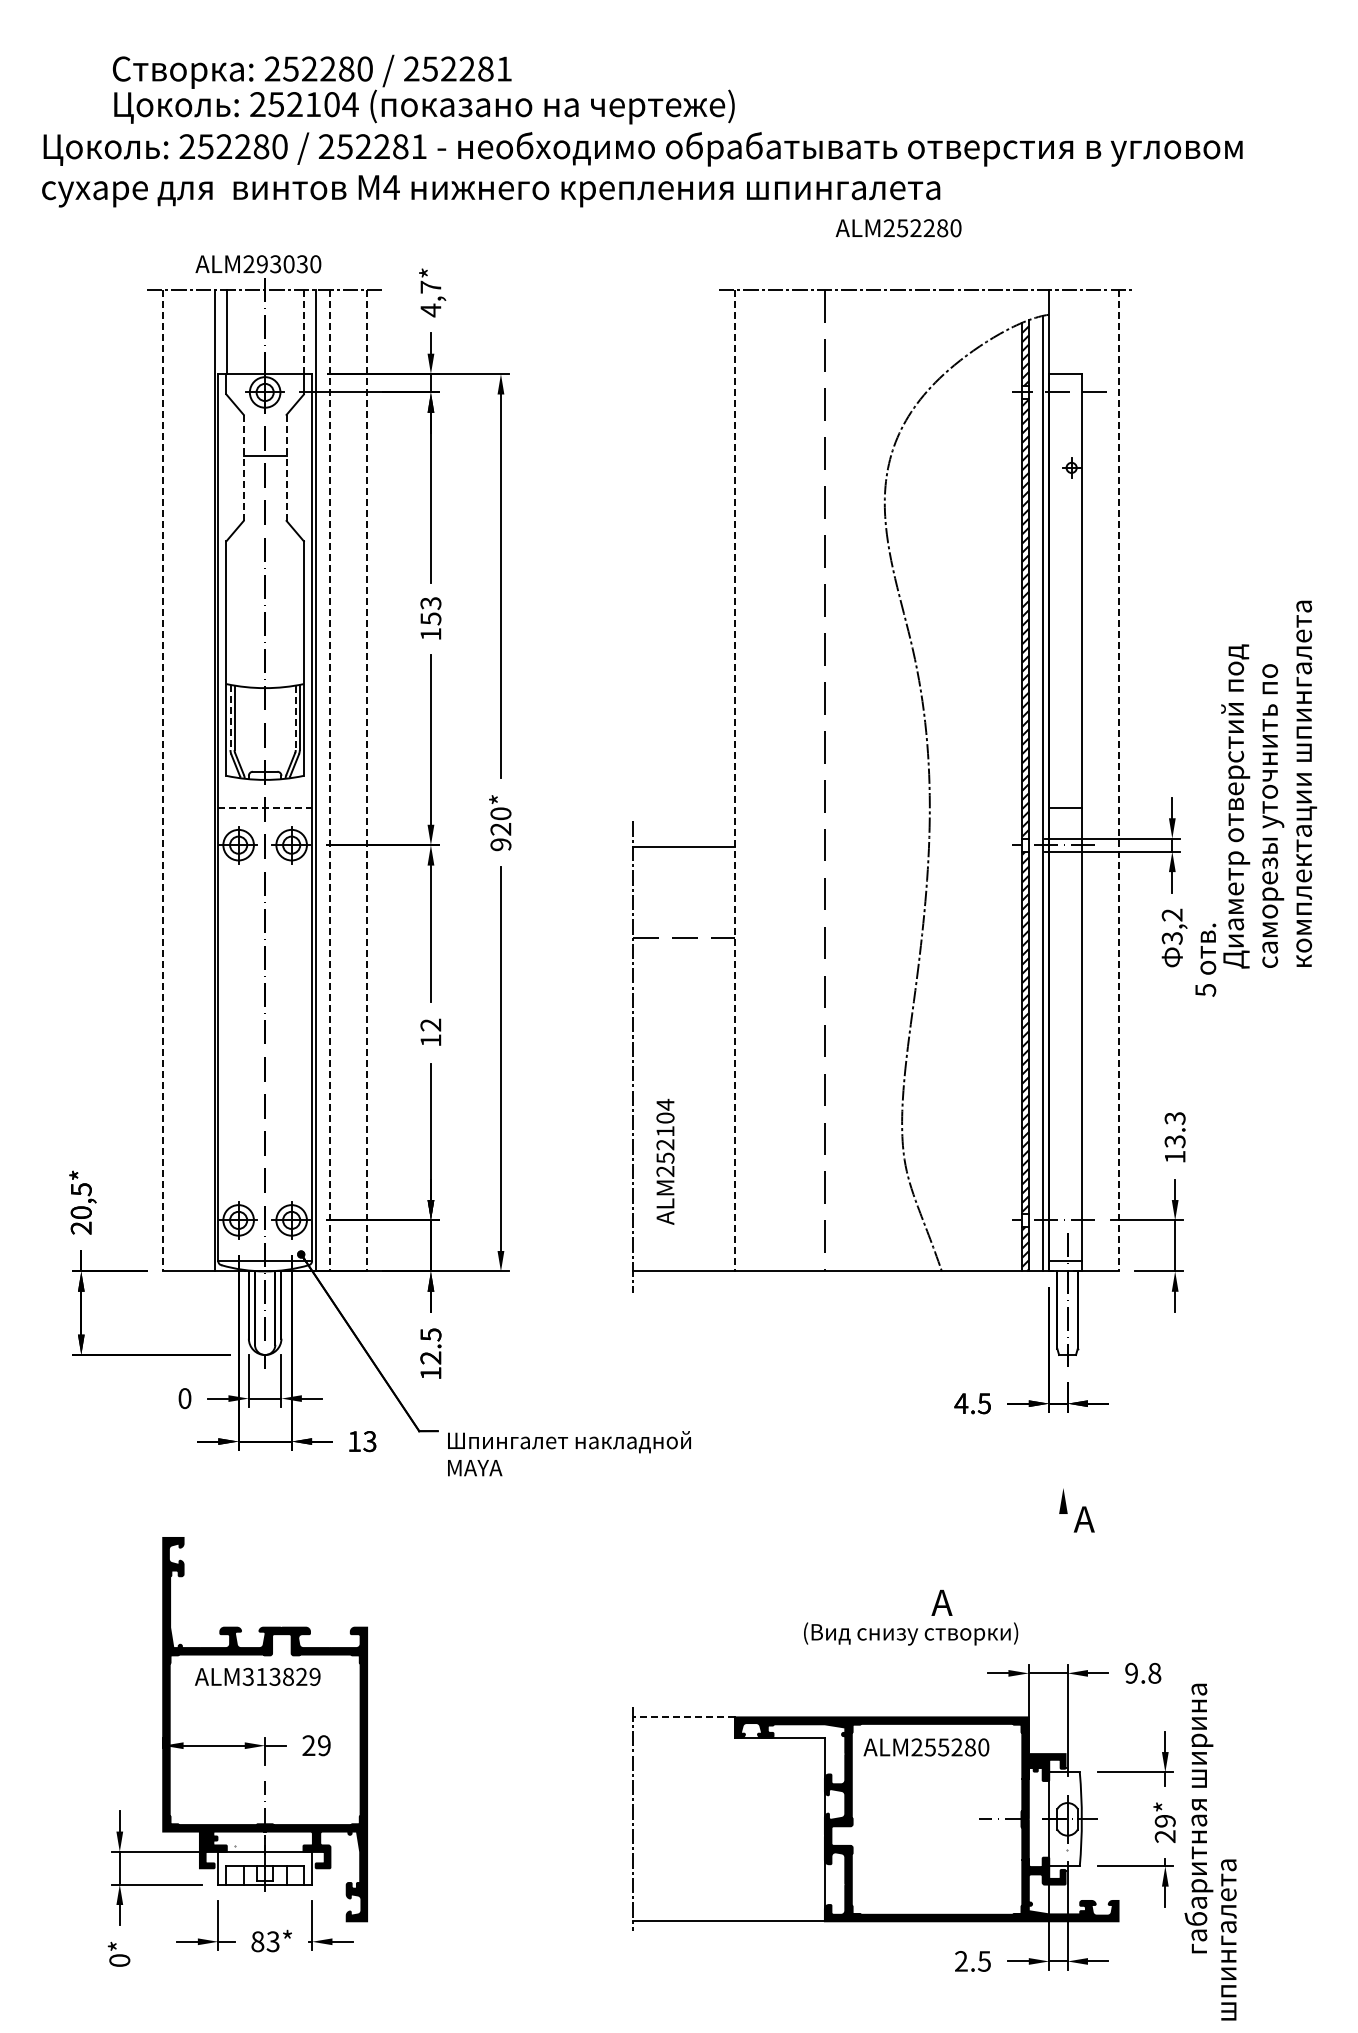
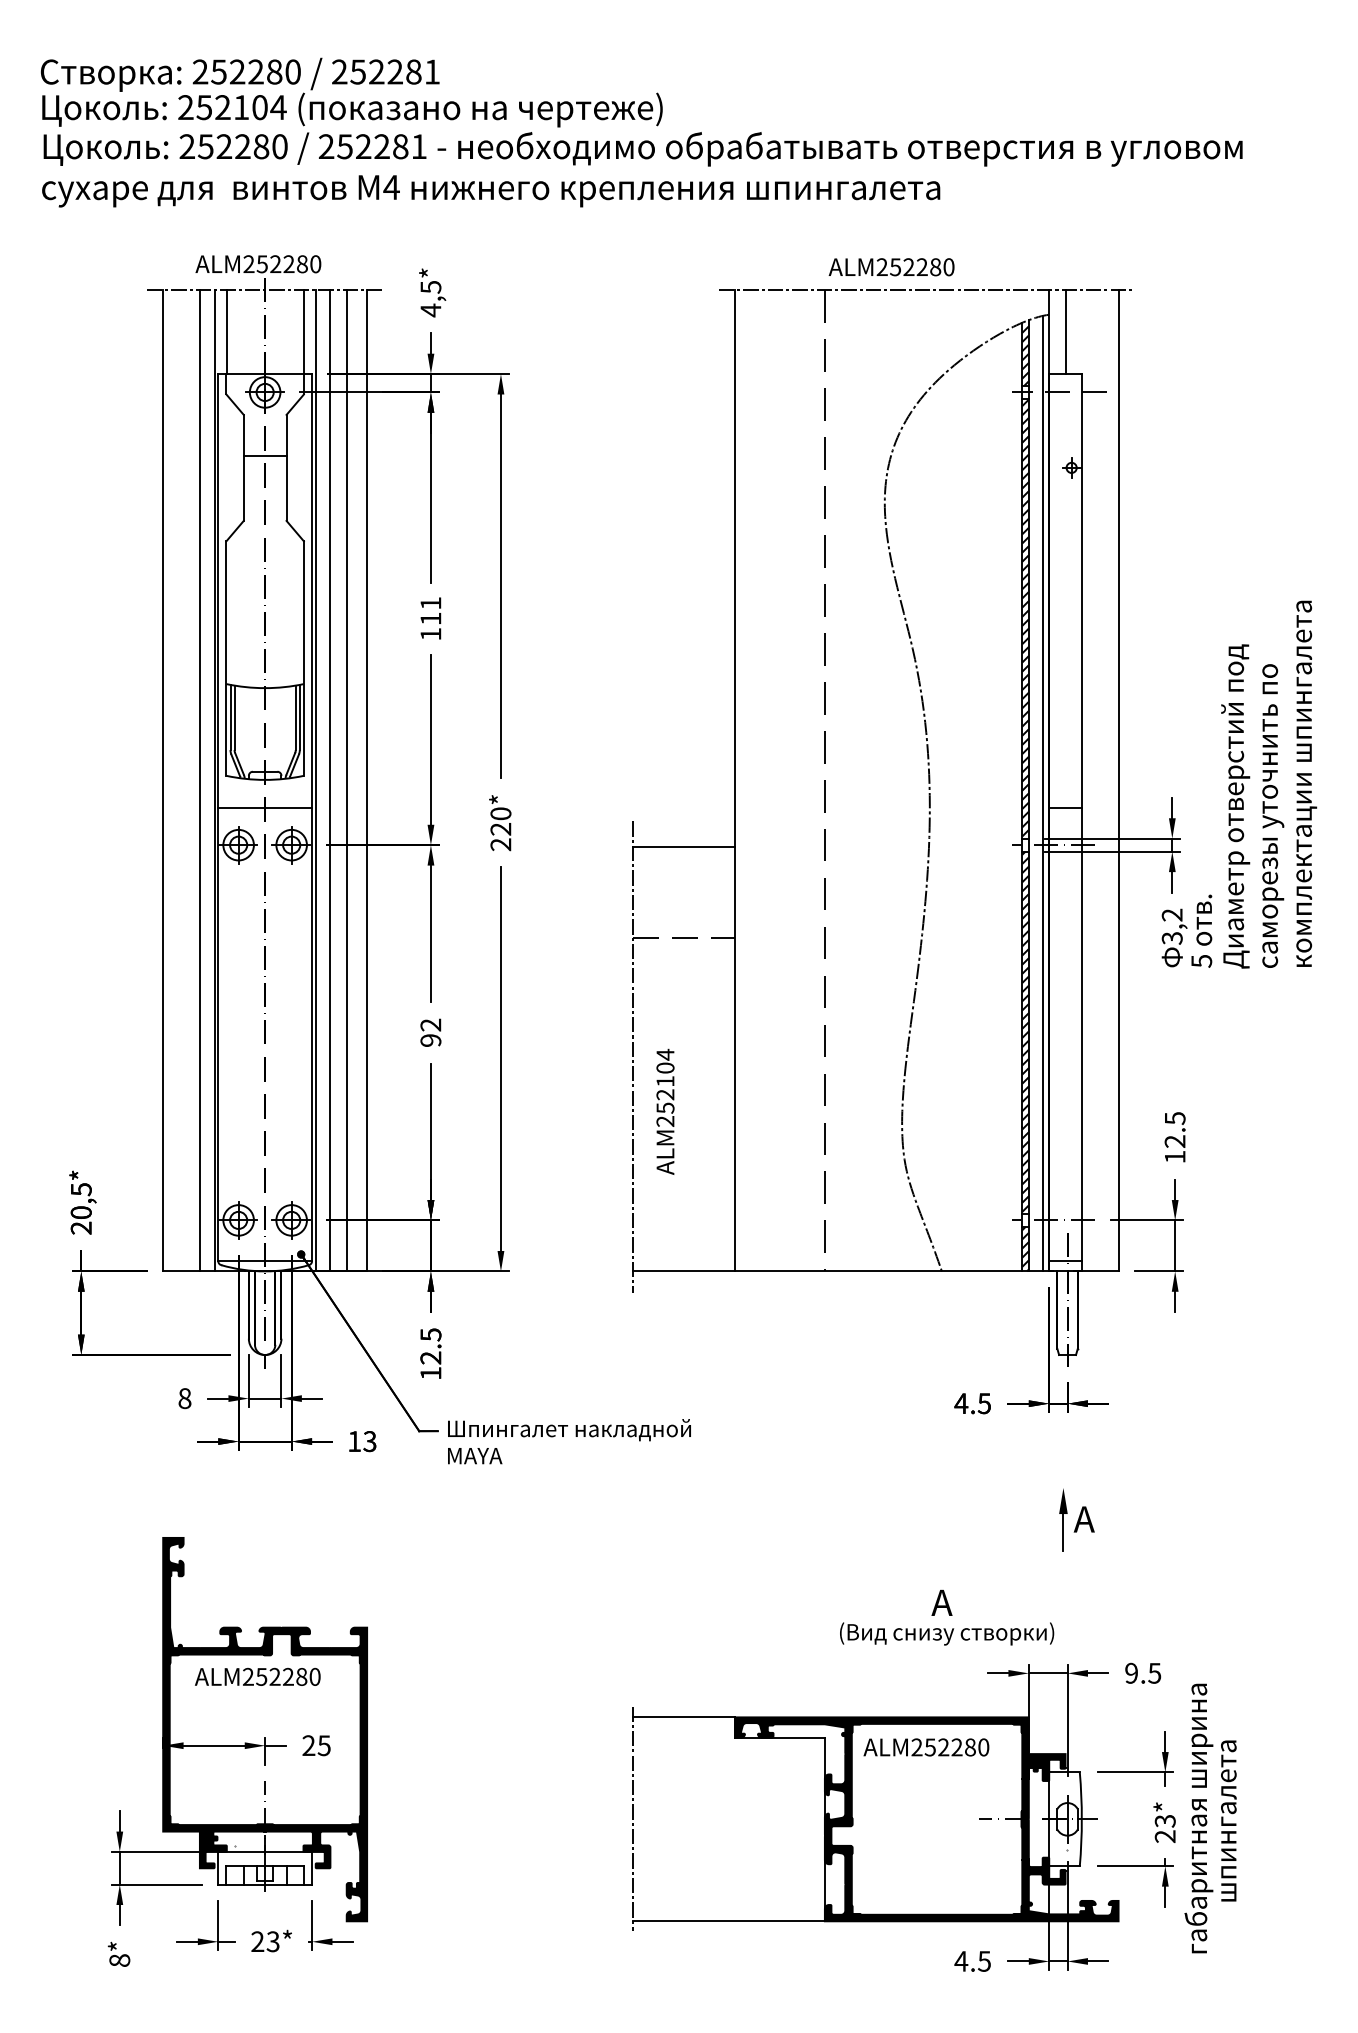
text at (423, 89) position: (423, 89) -> (351, 92)
text at (898, 228) position: (898, 228) -> (891, 267)
text at (281, 264): ALM293030 -> ALM252280
text at (430, 286): 4,7* -> 4,5*
line at (303, 332): dashed -> solid
line at (1065, 332): none -> present
line at (243, 468): dashed -> solid
line at (286, 468): dashed -> solid
text at (430, 611): 153 -> 111
line at (230, 717): dashed -> solid
line at (295, 718): dashed -> solid
line at (199, 780): none -> present
line at (346, 780): none -> present
line at (163, 781): dashed -> solid
line at (330, 781): dashed -> solid
line at (367, 781): dashed -> solid
line at (735, 781): dashed -> solid
line at (1118, 781): dashed -> solid
line at (265, 808): dashed -> solid
text at (500, 844): 920* -> 220*
text at (1205, 959) position: (1205, 959) -> (1201, 930)
text at (430, 1040): 12 -> 92
text at (1174, 1130): 13.3 -> 12.5
text at (665, 1161) position: (665, 1161) -> (665, 1111)
text at (184, 1398): 0 -> 8
text at (569, 1453) position: (569, 1453) -> (569, 1441)
line at (1063, 1532): none -> present
text at (911, 1633) position: (911, 1633) -> (947, 1633)
text at (1154, 1673): 9.8 -> 9.5
text at (281, 1676): ALM313829 -> ALM252280
line at (684, 1717): dashed -> solid
text at (323, 1745): 29 -> 25
text at (943, 1747): ALM255280 -> ALM252280
text at (1165, 1821): 29* -> 23*
text at (1228, 1939) position: (1228, 1939) -> (1228, 1820)
text at (257, 1941): 83* -> 23*
text at (119, 1960): 0* -> 8*
text at (961, 1961): 2.5 -> 4.5
